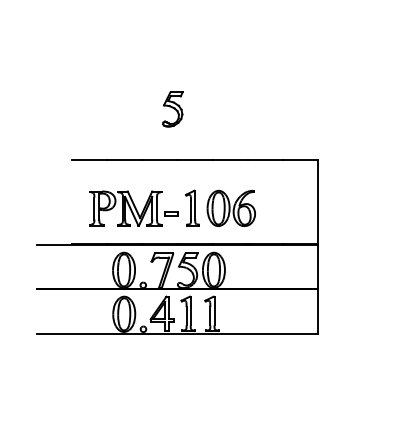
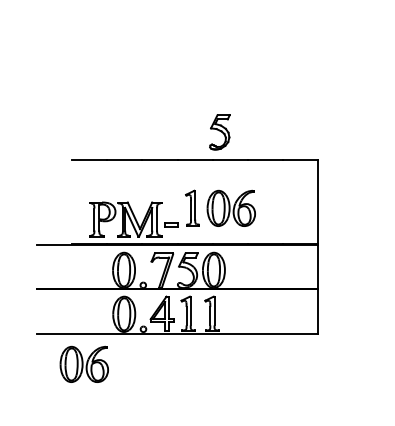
part at (172, 109) position: (172, 109) -> (219, 132)
part at (133, 208) position: (133, 208) -> (133, 219)
part at (83, 363): none -> present
